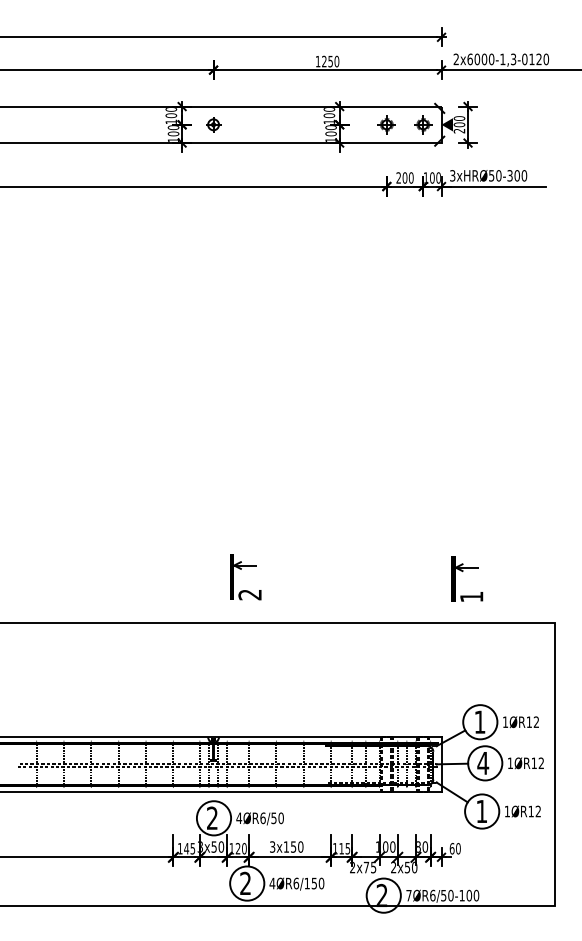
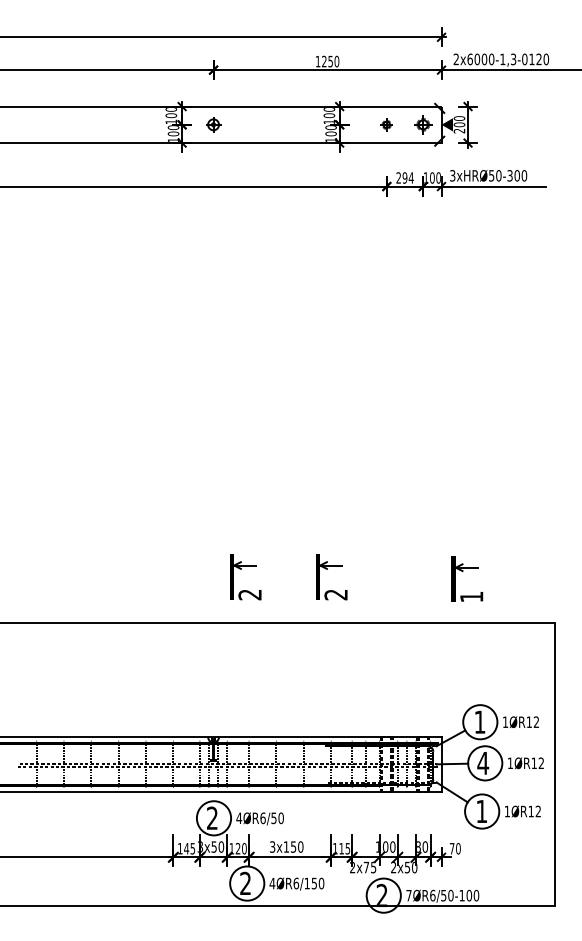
part at (386, 124) size: 19x20 px -> 13x14 px
text at (407, 177): 200 -> 294
part at (327, 569): none -> present
text at (451, 848): 60 -> 70
